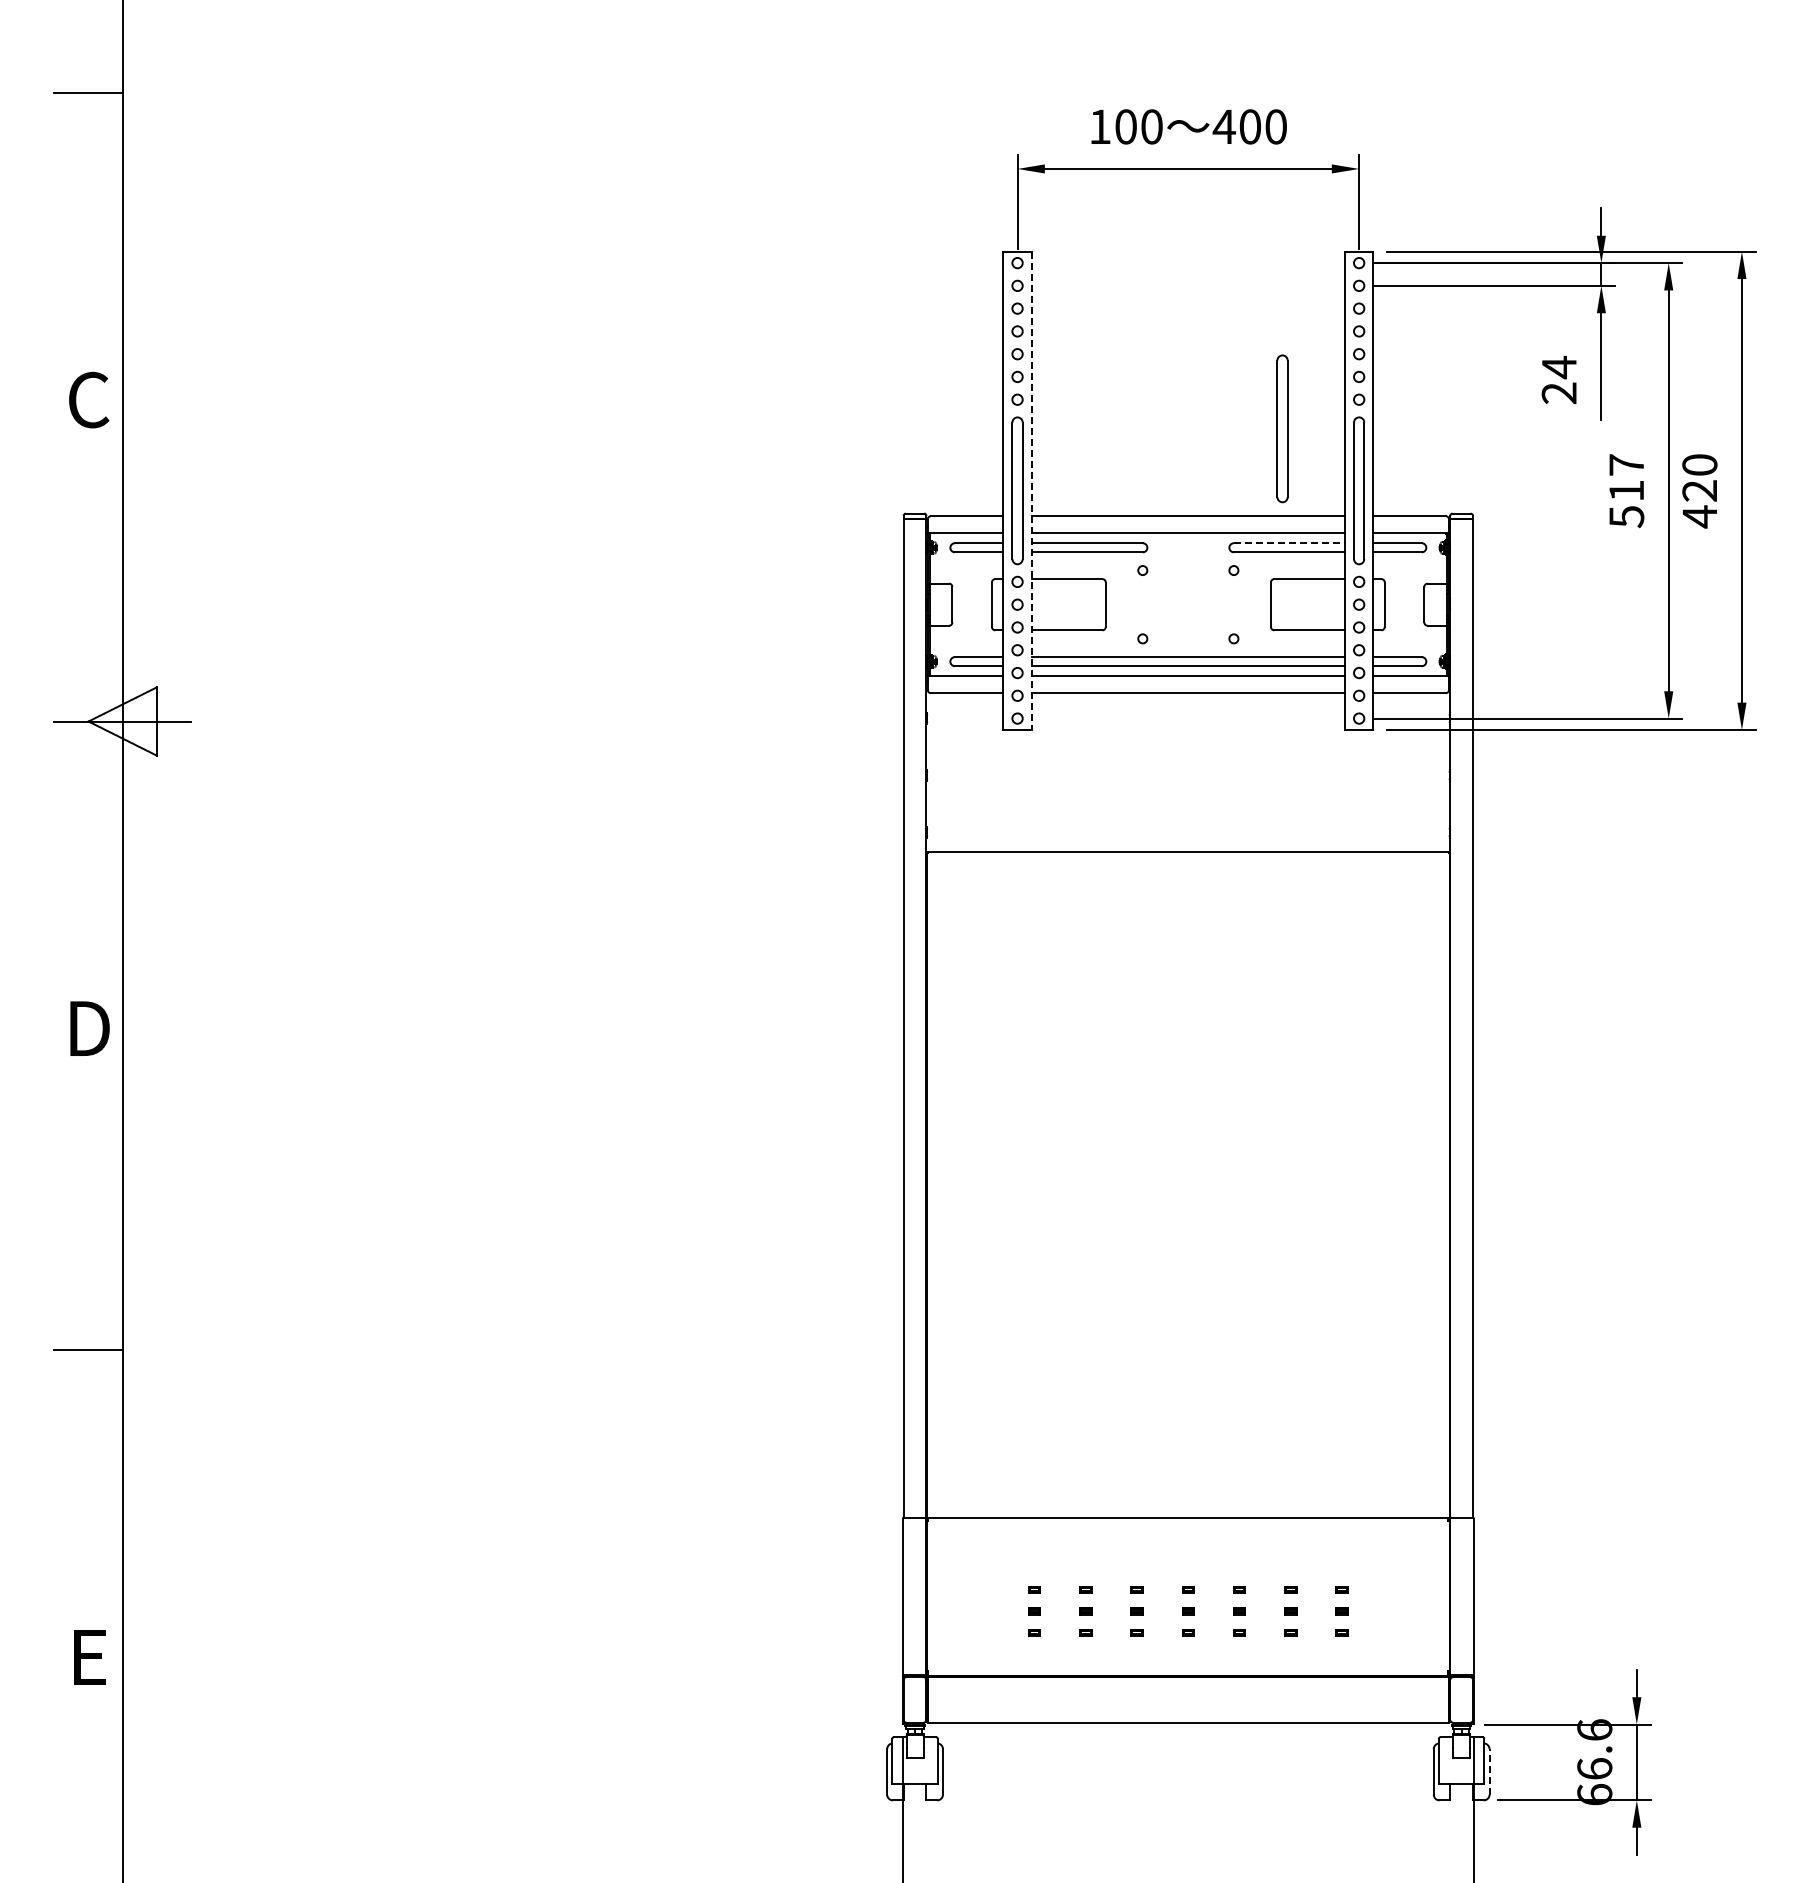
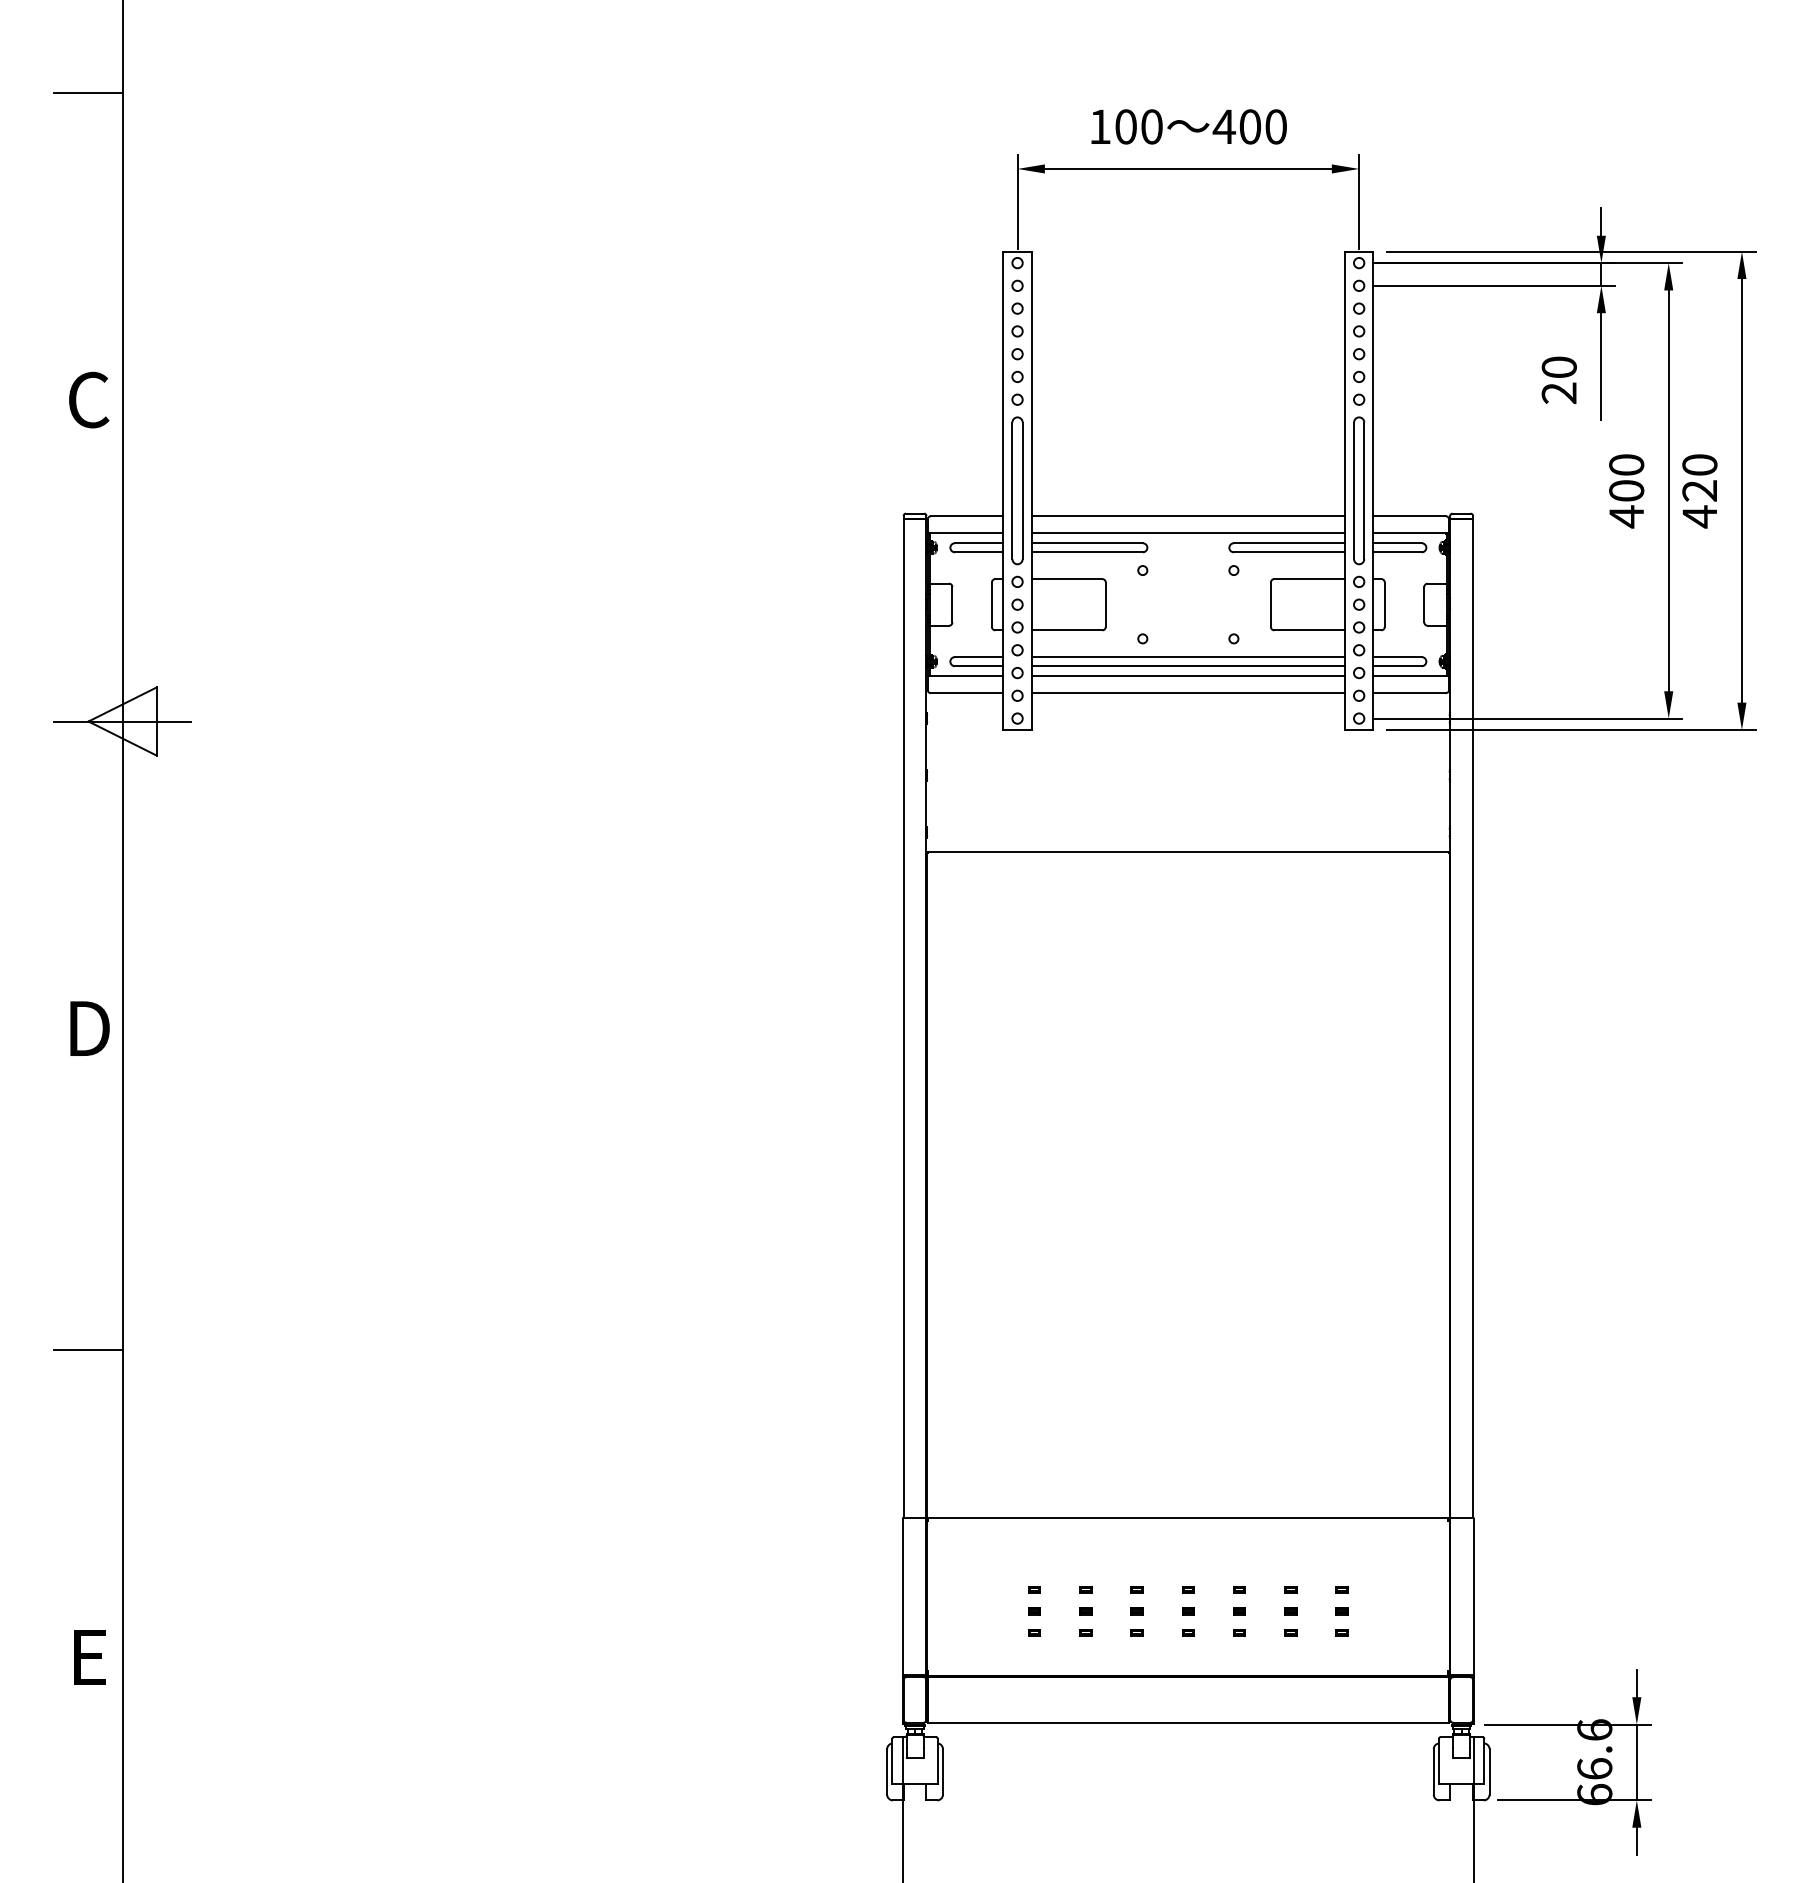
text at (1558, 367): 24 -> 20
part at (1282, 428): present -> none
line at (1031, 491): dashed -> solid
text at (1626, 491): 517 -> 400
line at (1289, 543): dashed -> solid
line at (1489, 1771): dashed -> solid
